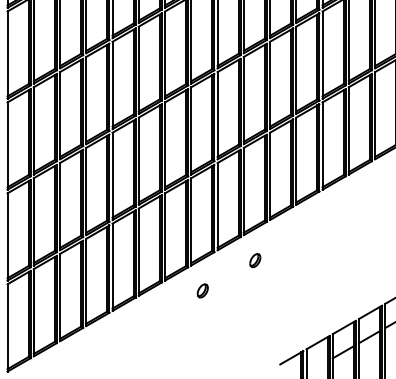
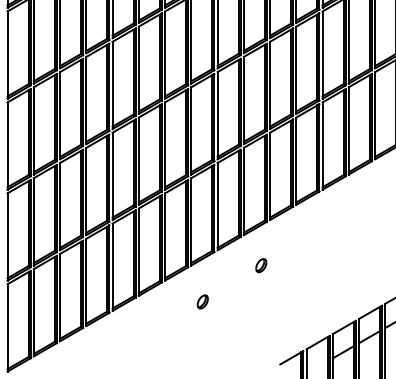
part at (255, 260) position: (255, 260) -> (261, 265)
part at (202, 290) position: (202, 290) -> (202, 301)
